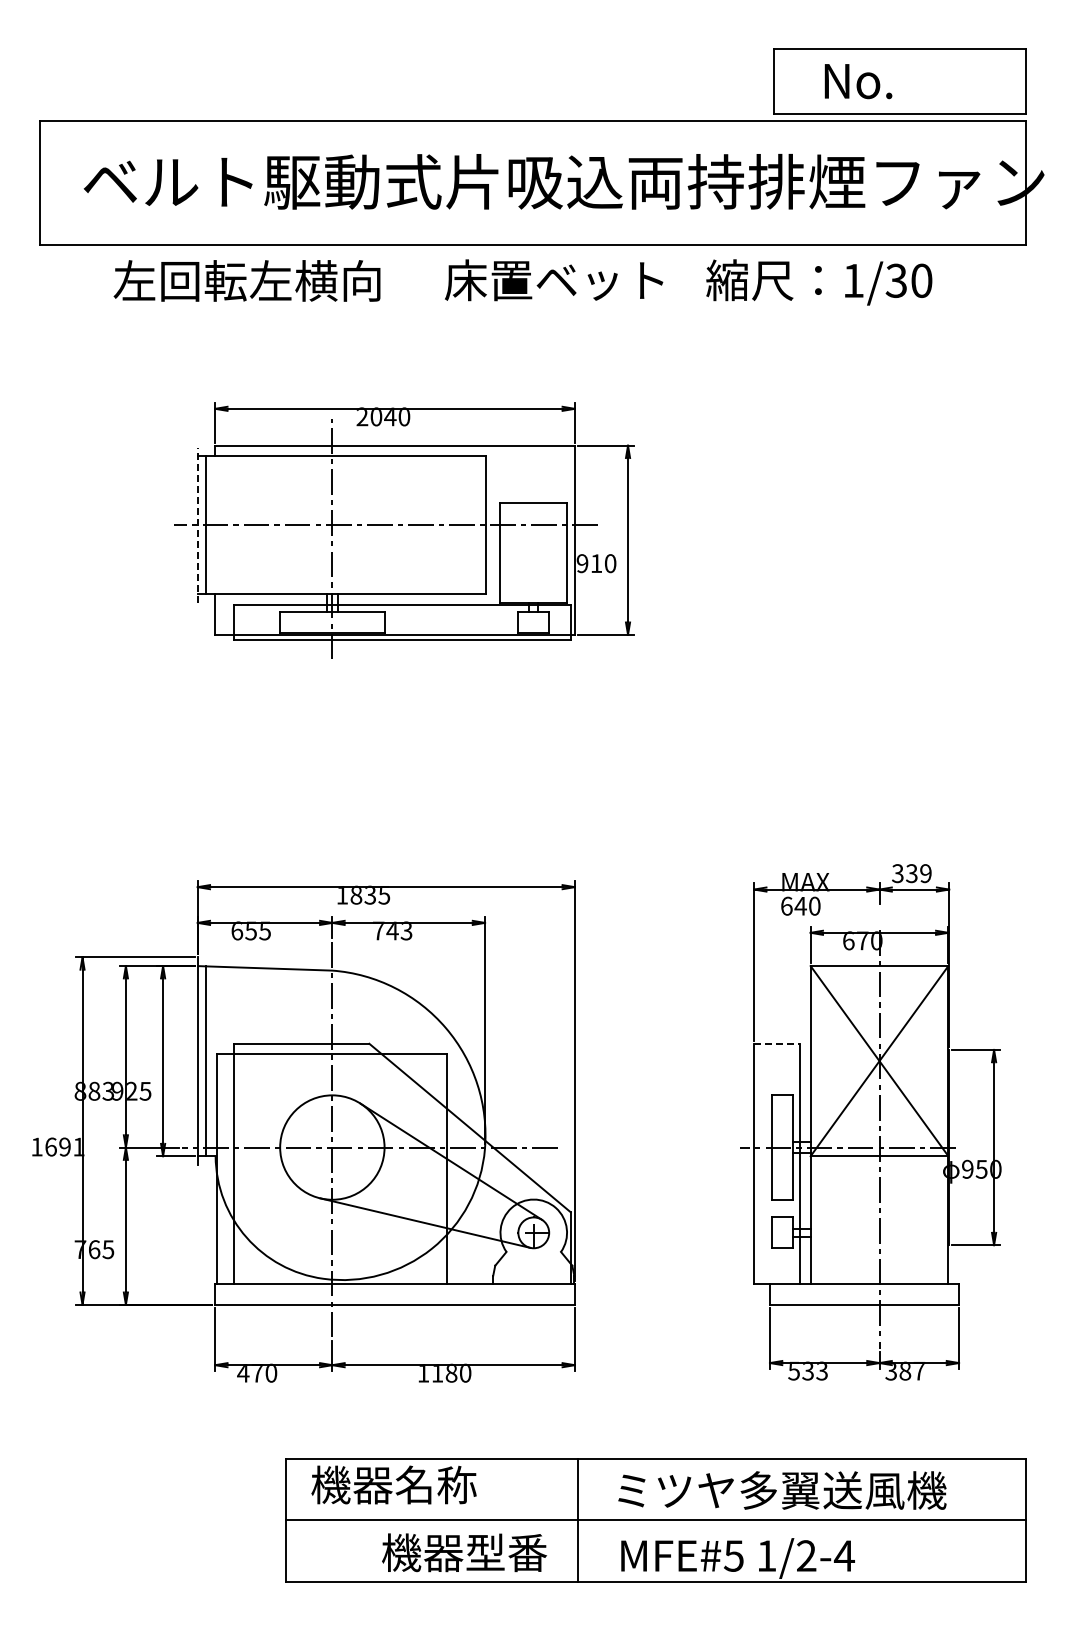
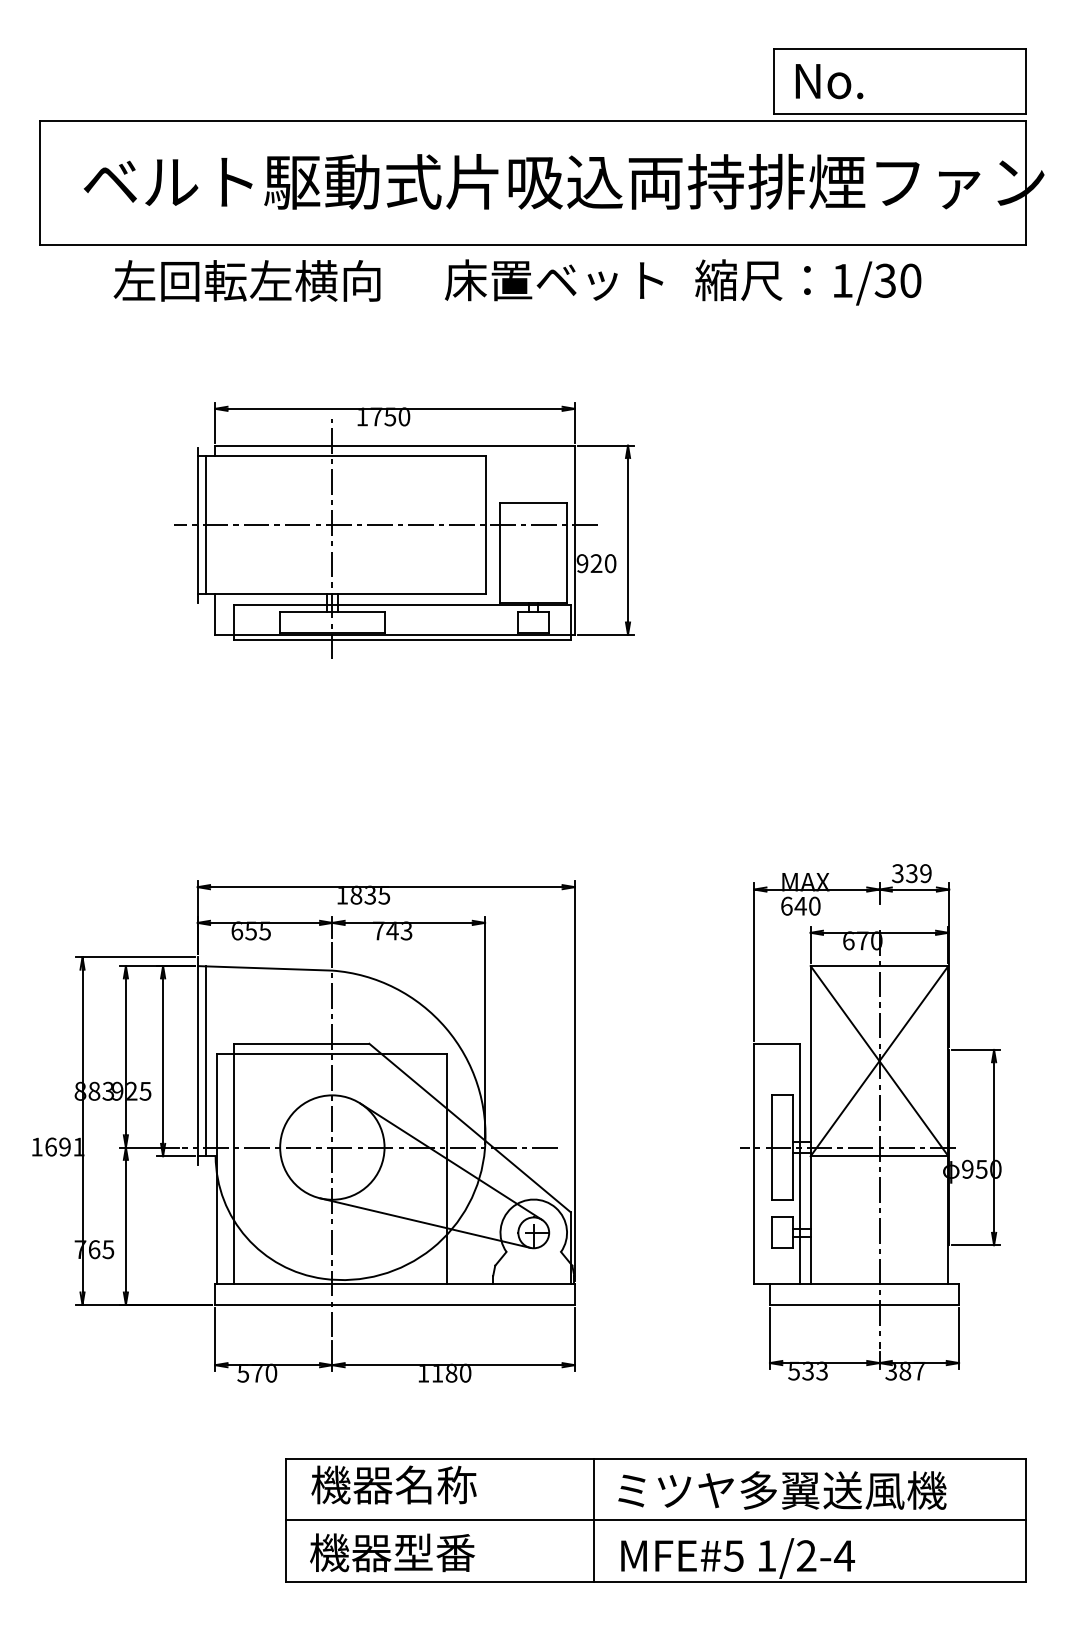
text at (858, 81) position: (858, 81) -> (829, 81)
text at (819, 282) position: (819, 282) -> (808, 282)
text at (376, 416): 2040 -> 1750
line at (197, 524): dashed -> solid
text at (596, 563): 910 -> 920
line at (776, 1043): dashed -> solid
text at (243, 1374): 470 -> 570
line at (578, 1520) position: (578, 1520) -> (594, 1520)
text at (464, 1552) position: (464, 1552) -> (392, 1552)
